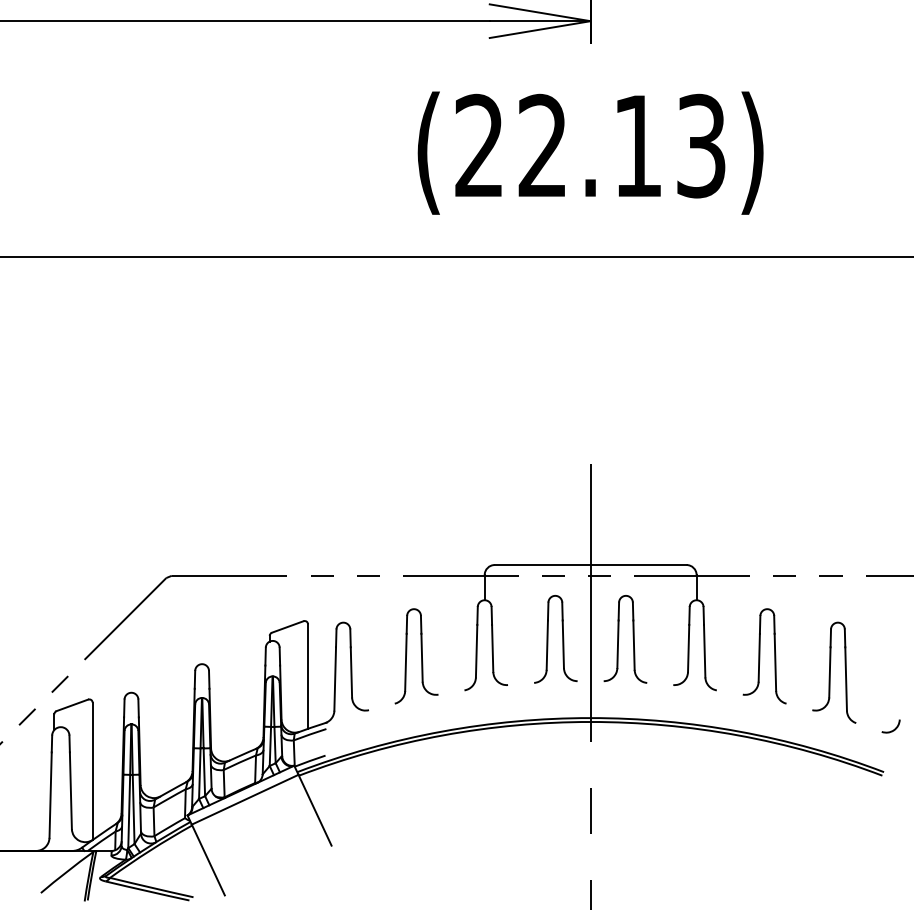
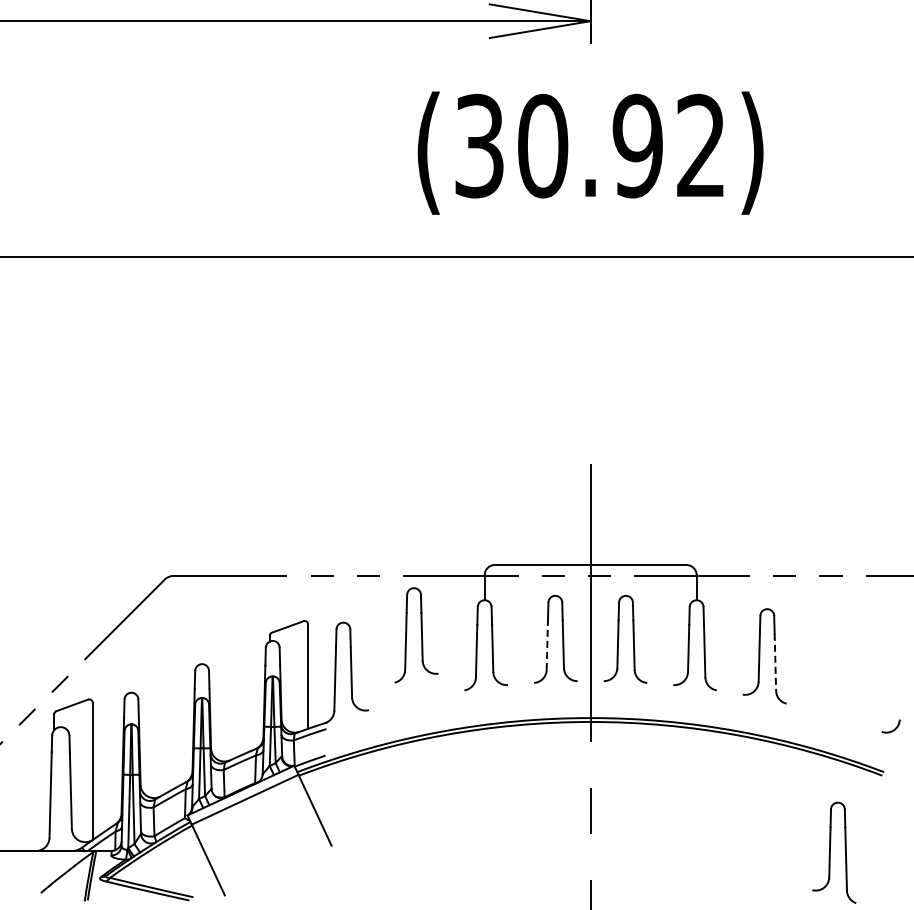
text at (590, 145): 22.13 -> 30.92
line at (547, 645): solid -> dashed
part at (416, 656) position: (416, 656) -> (416, 635)
line at (775, 662): solid -> dashed
part at (834, 672) position: (834, 672) -> (834, 852)
